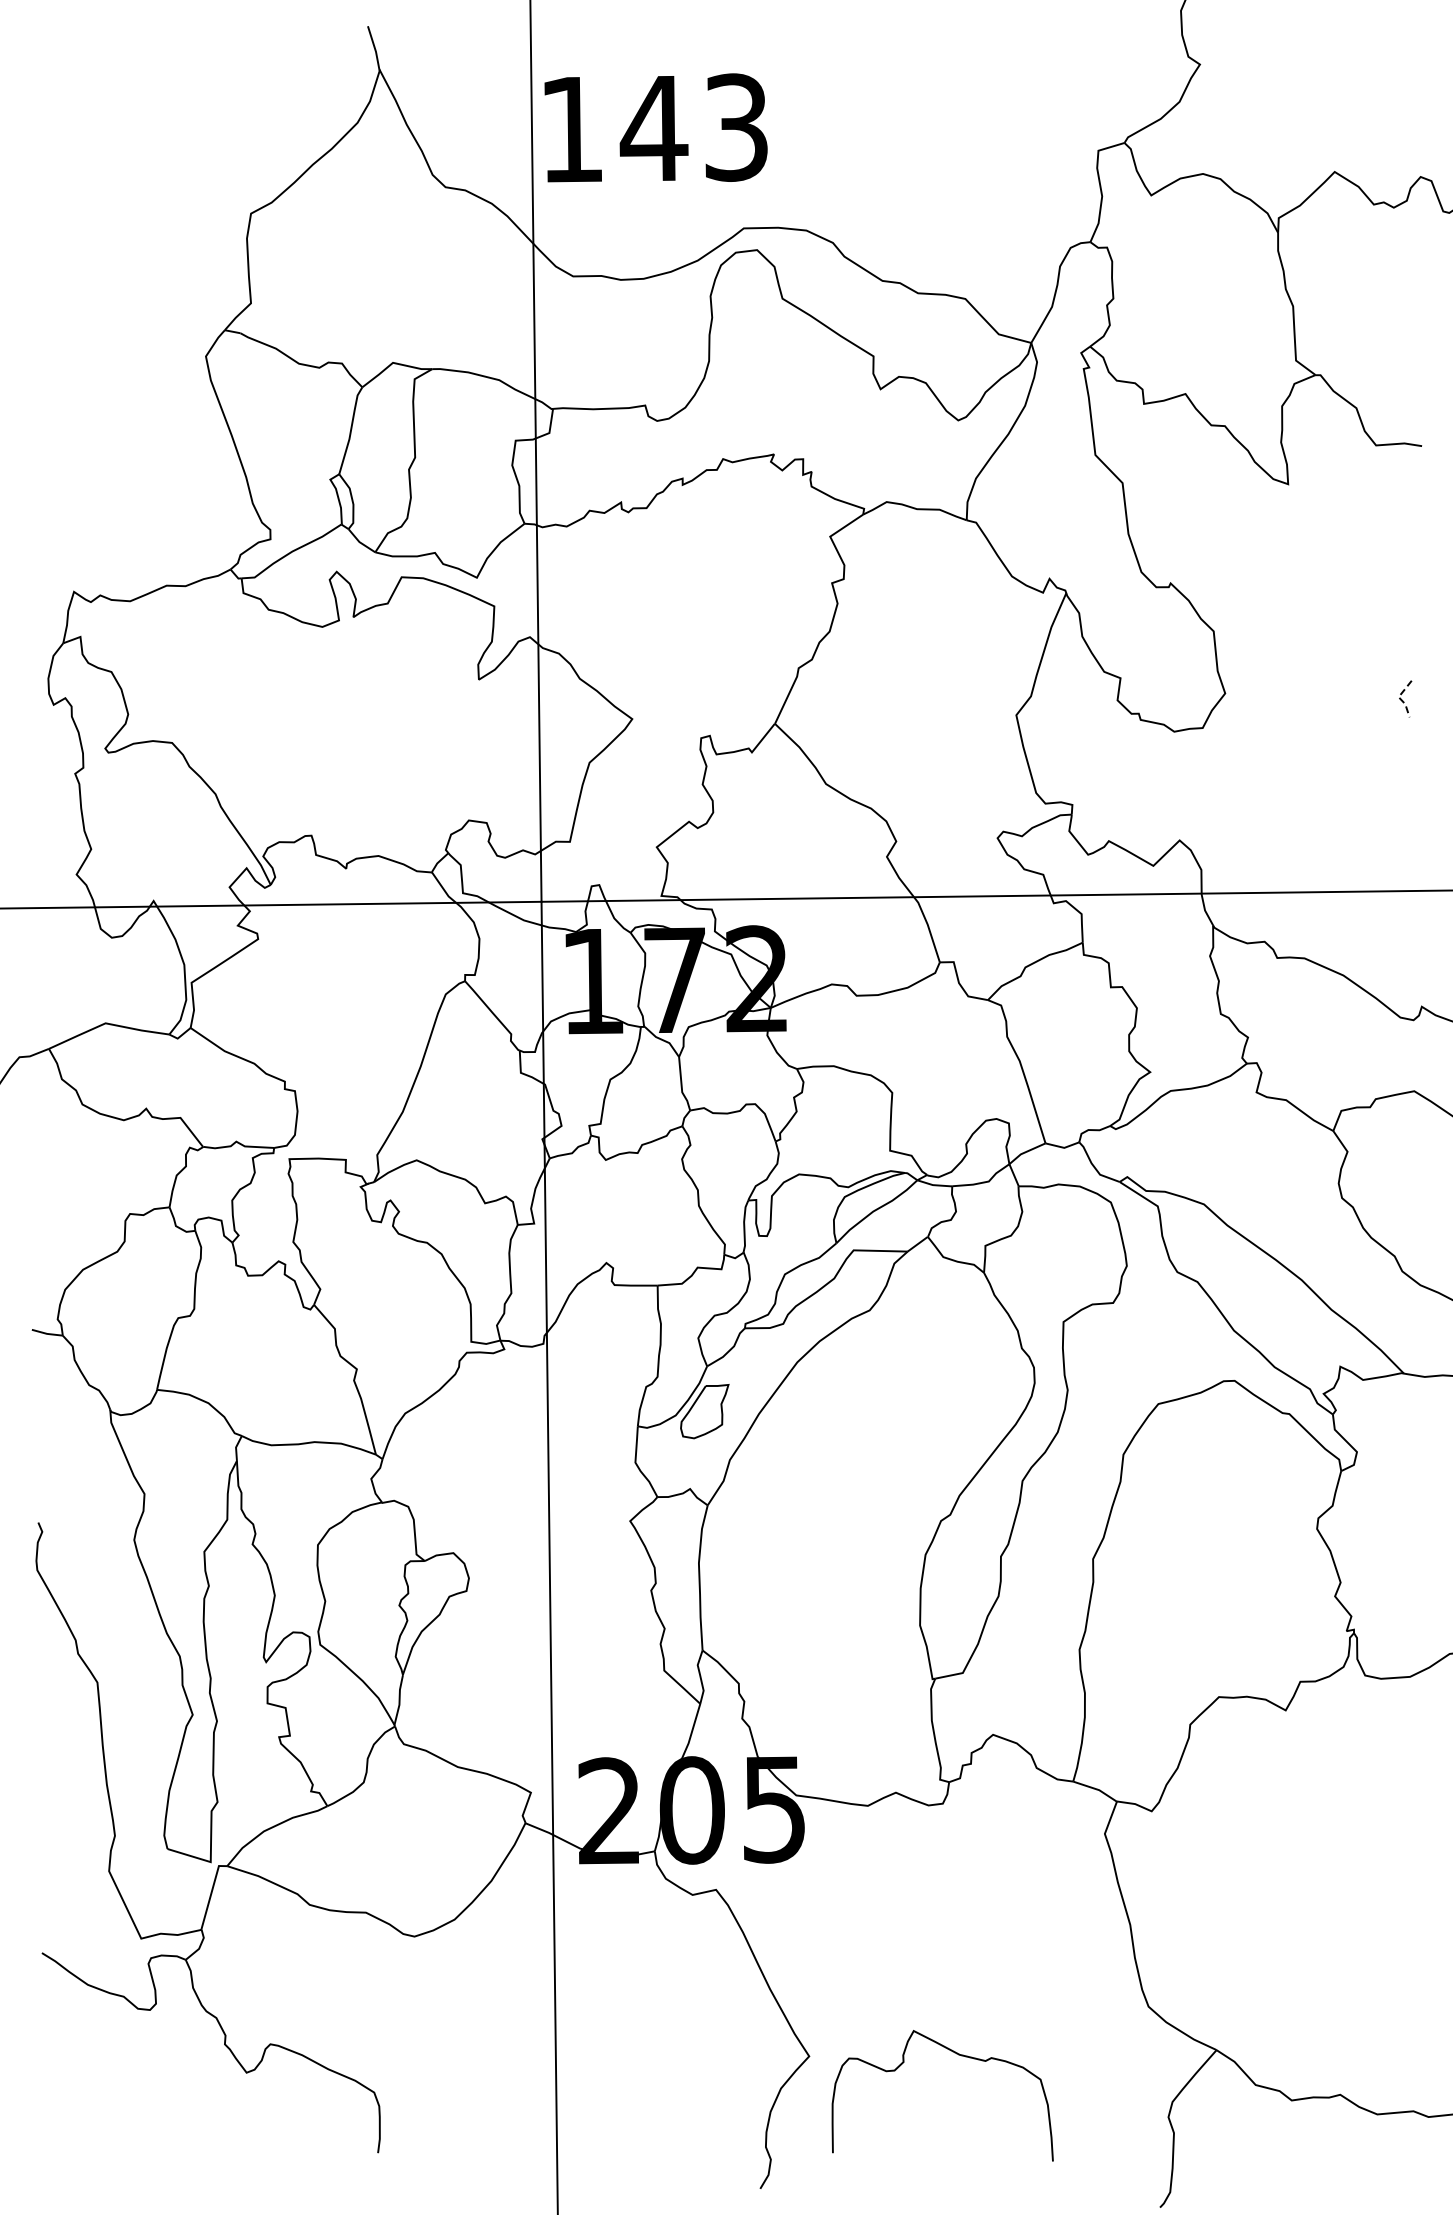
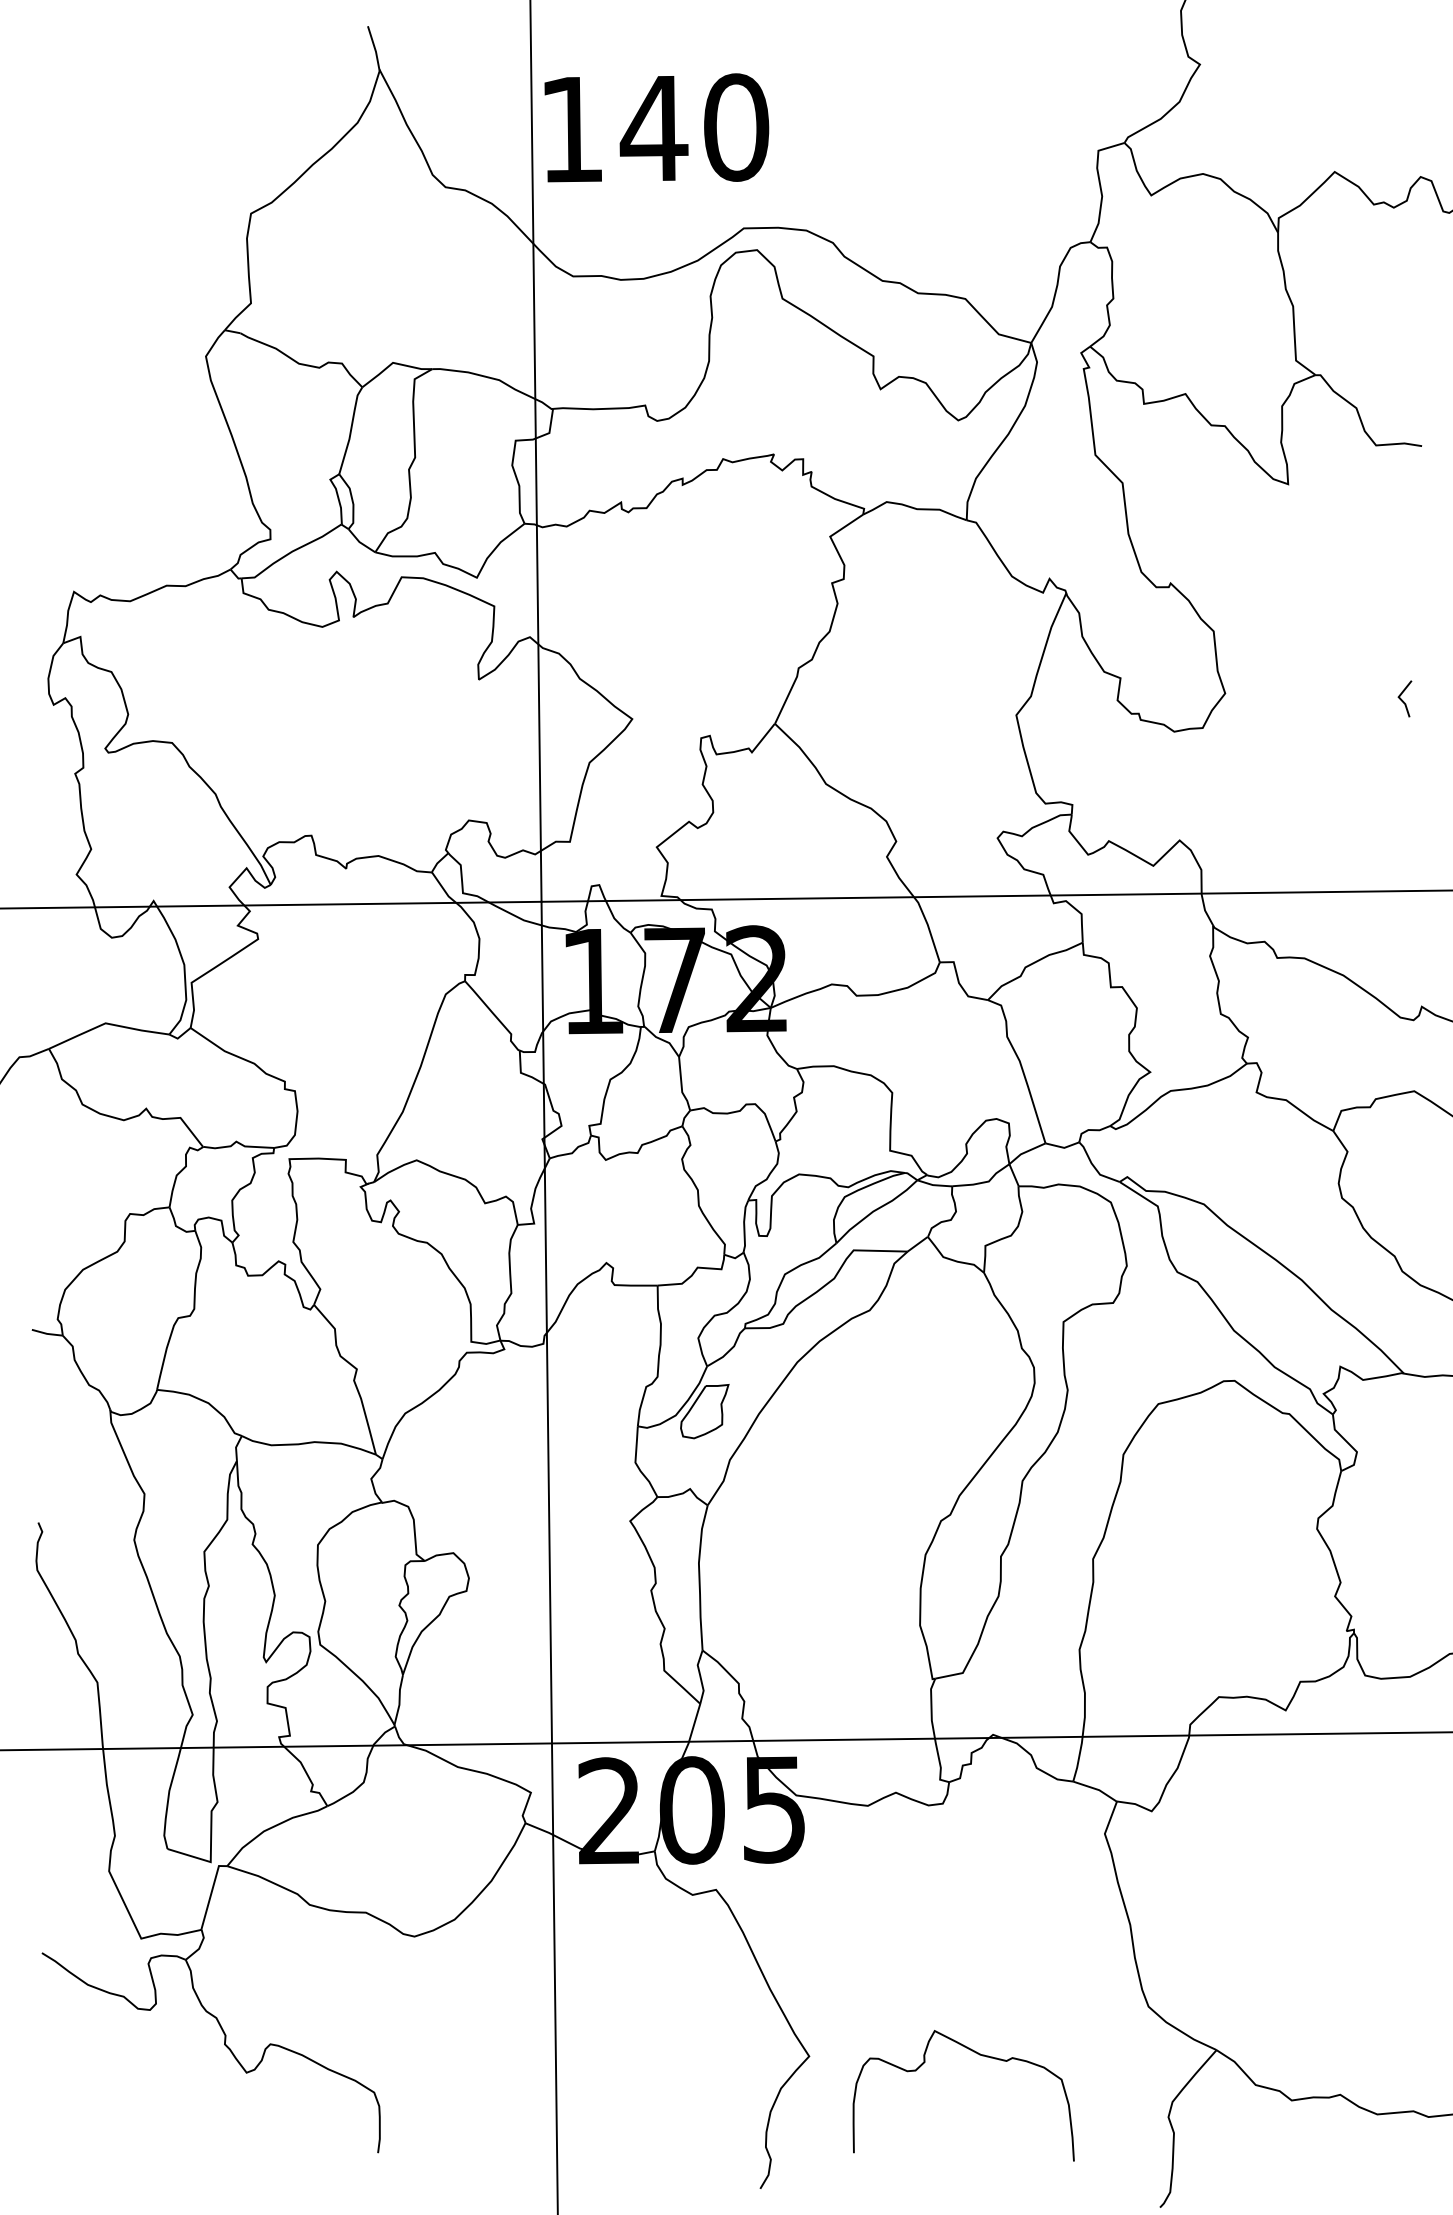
text at (736, 127): 143 -> 140
line at (1400, 698): dashed -> solid
line at (725, 1741): none -> present
curve at (958, 2055) position: (958, 2055) -> (979, 2055)
